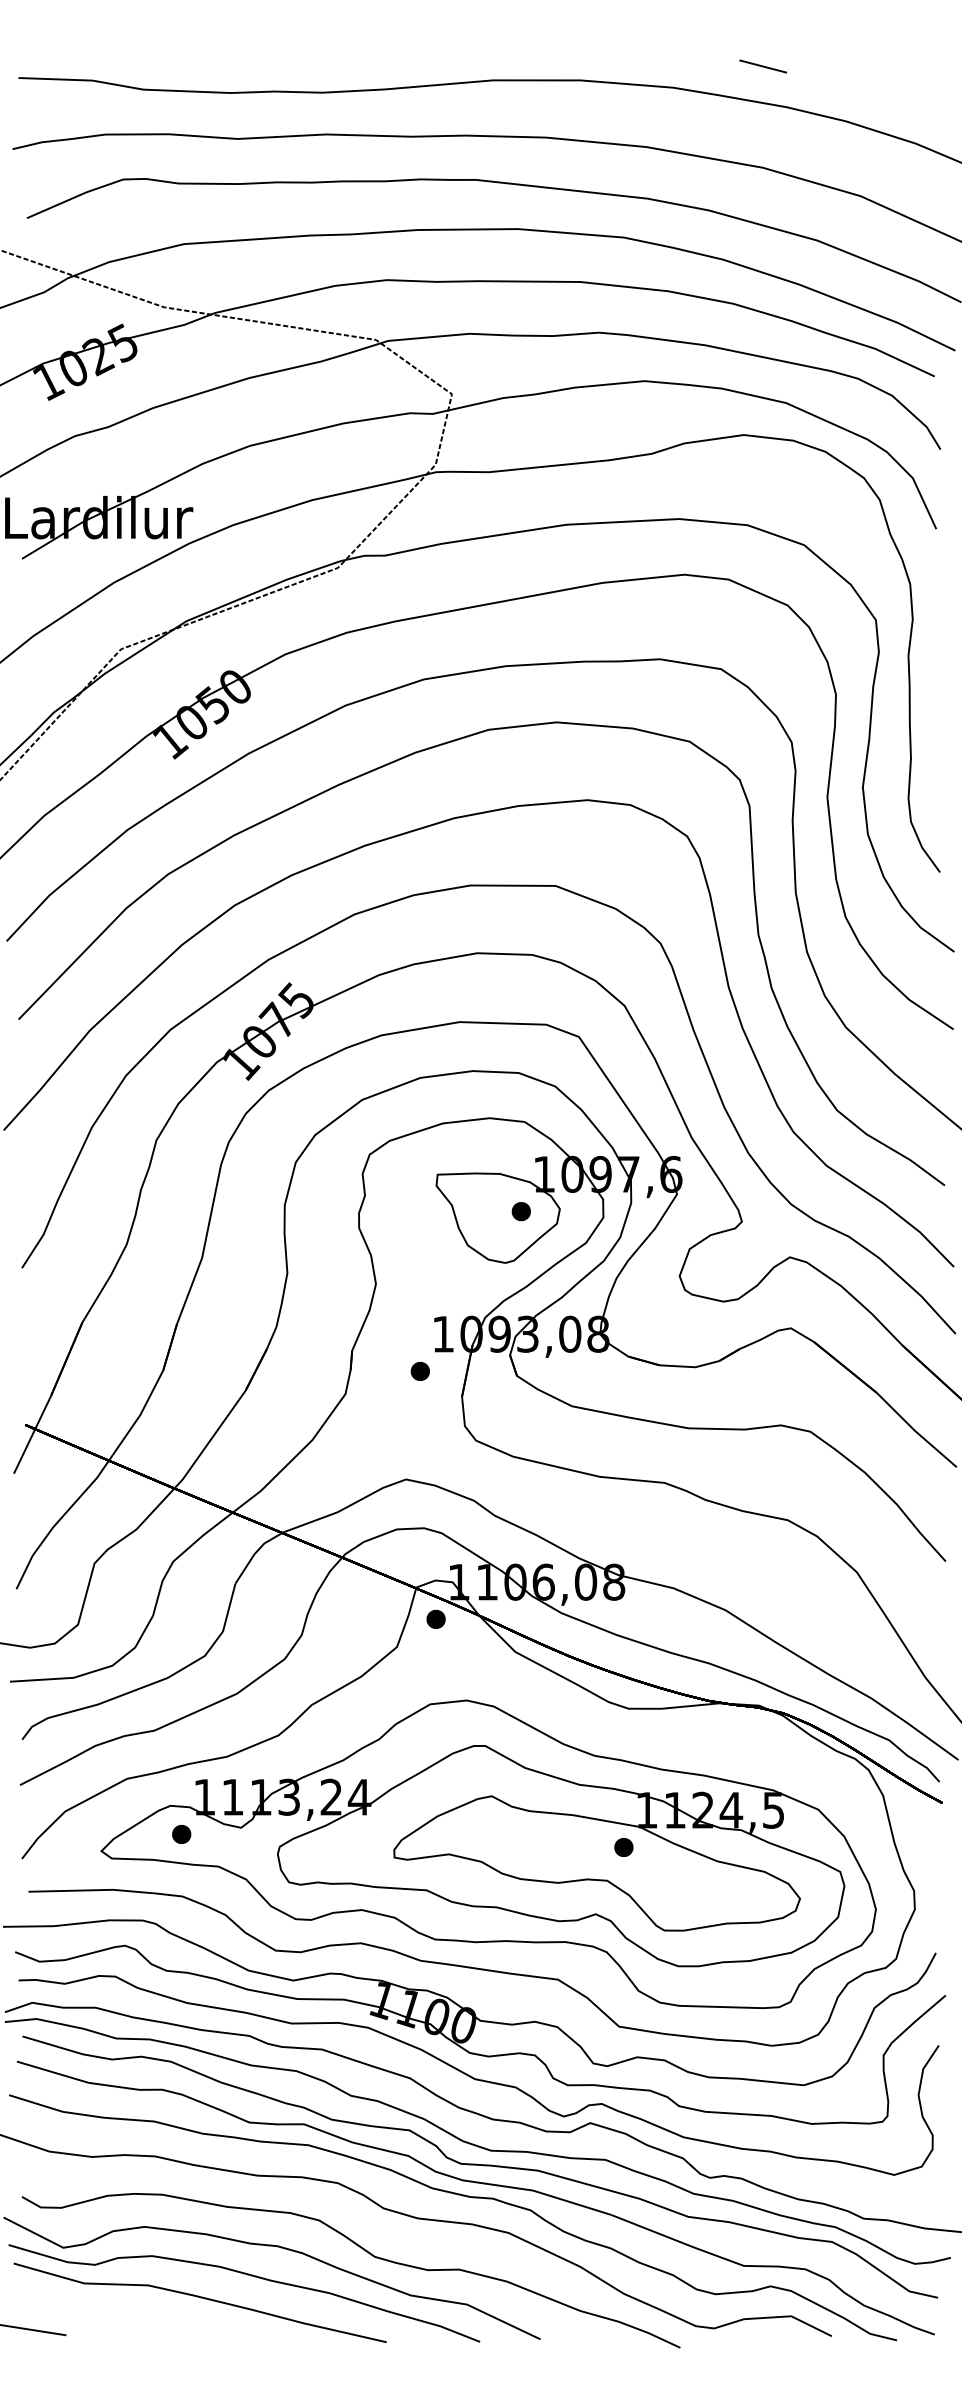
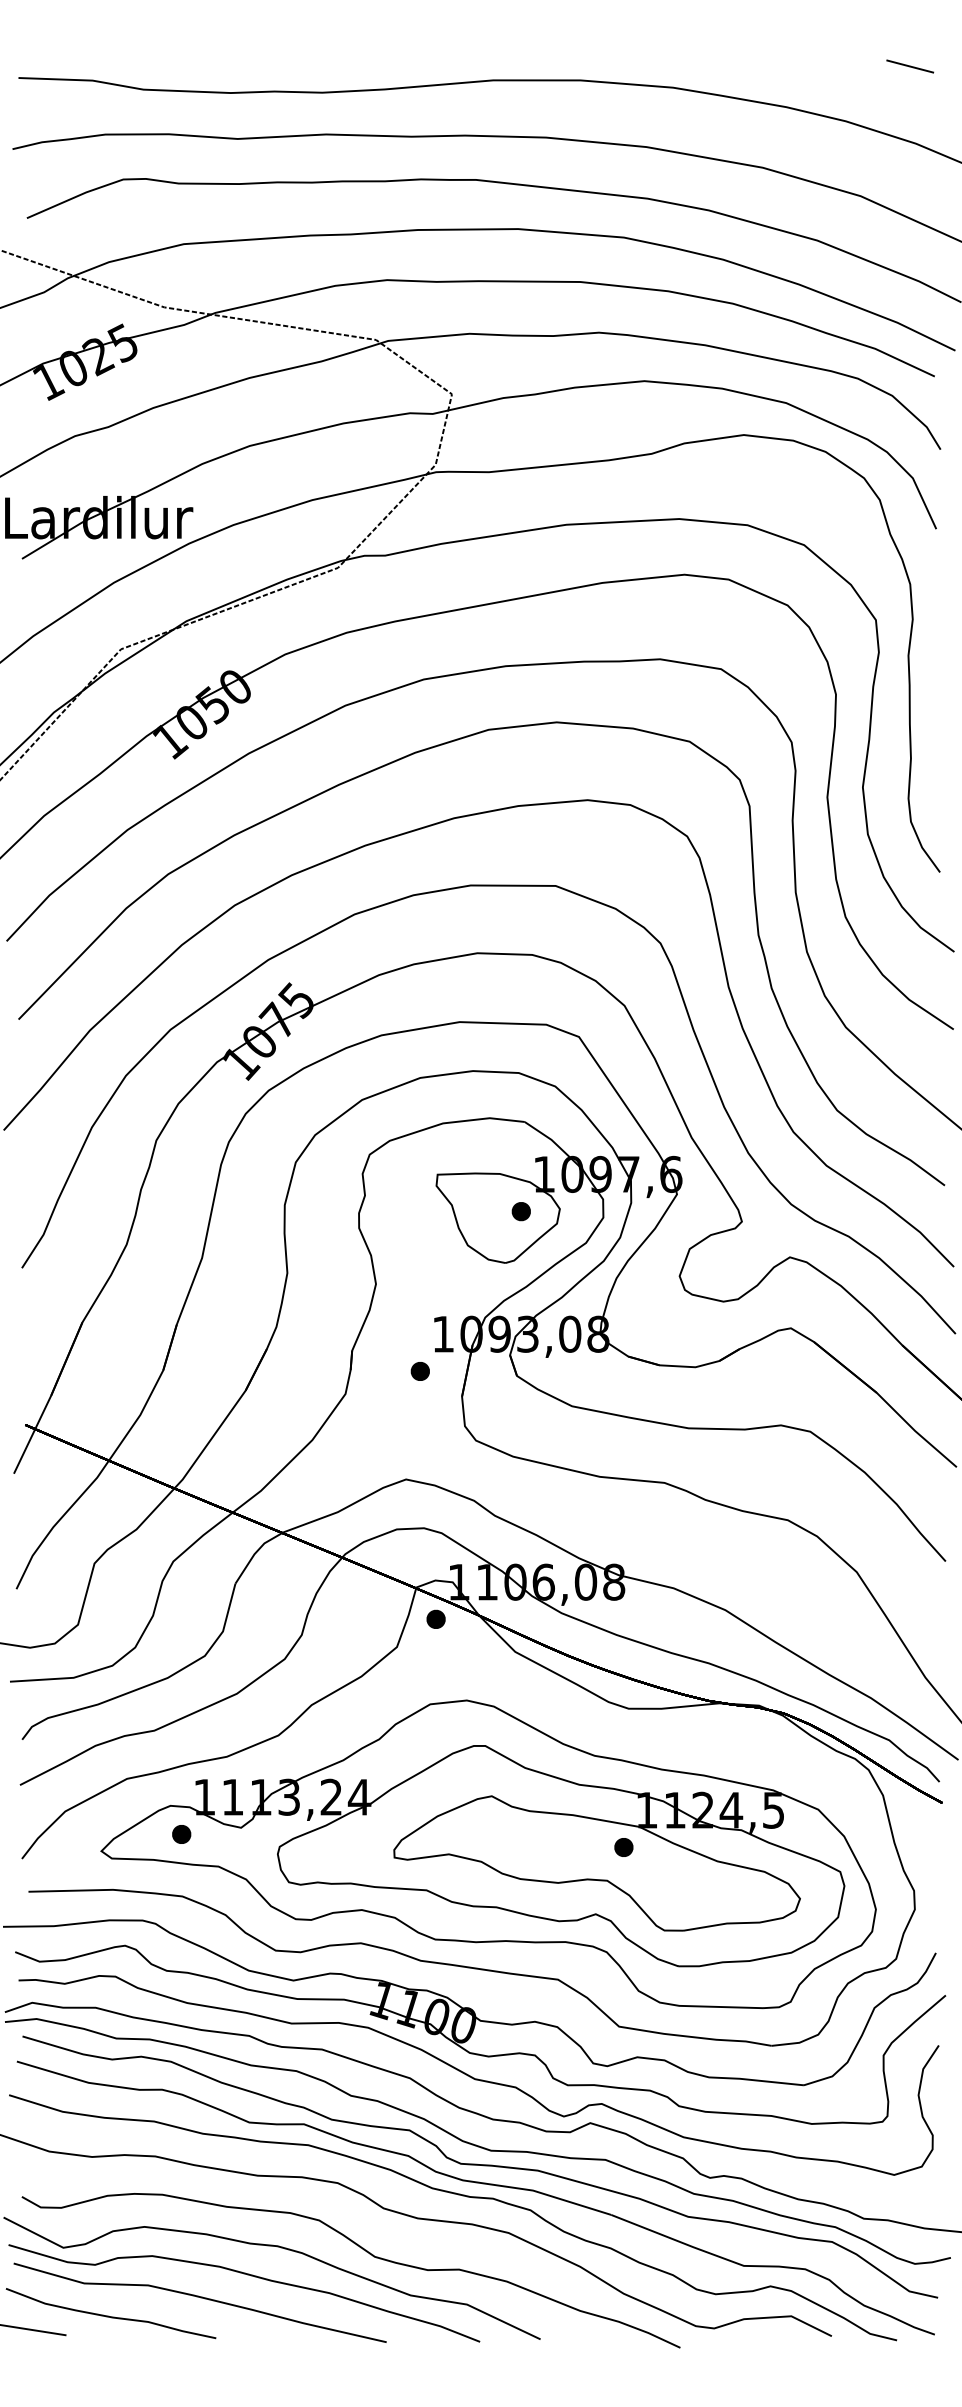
line at (763, 66) position: (763, 66) -> (910, 66)
curve at (108, 2315): none -> present
